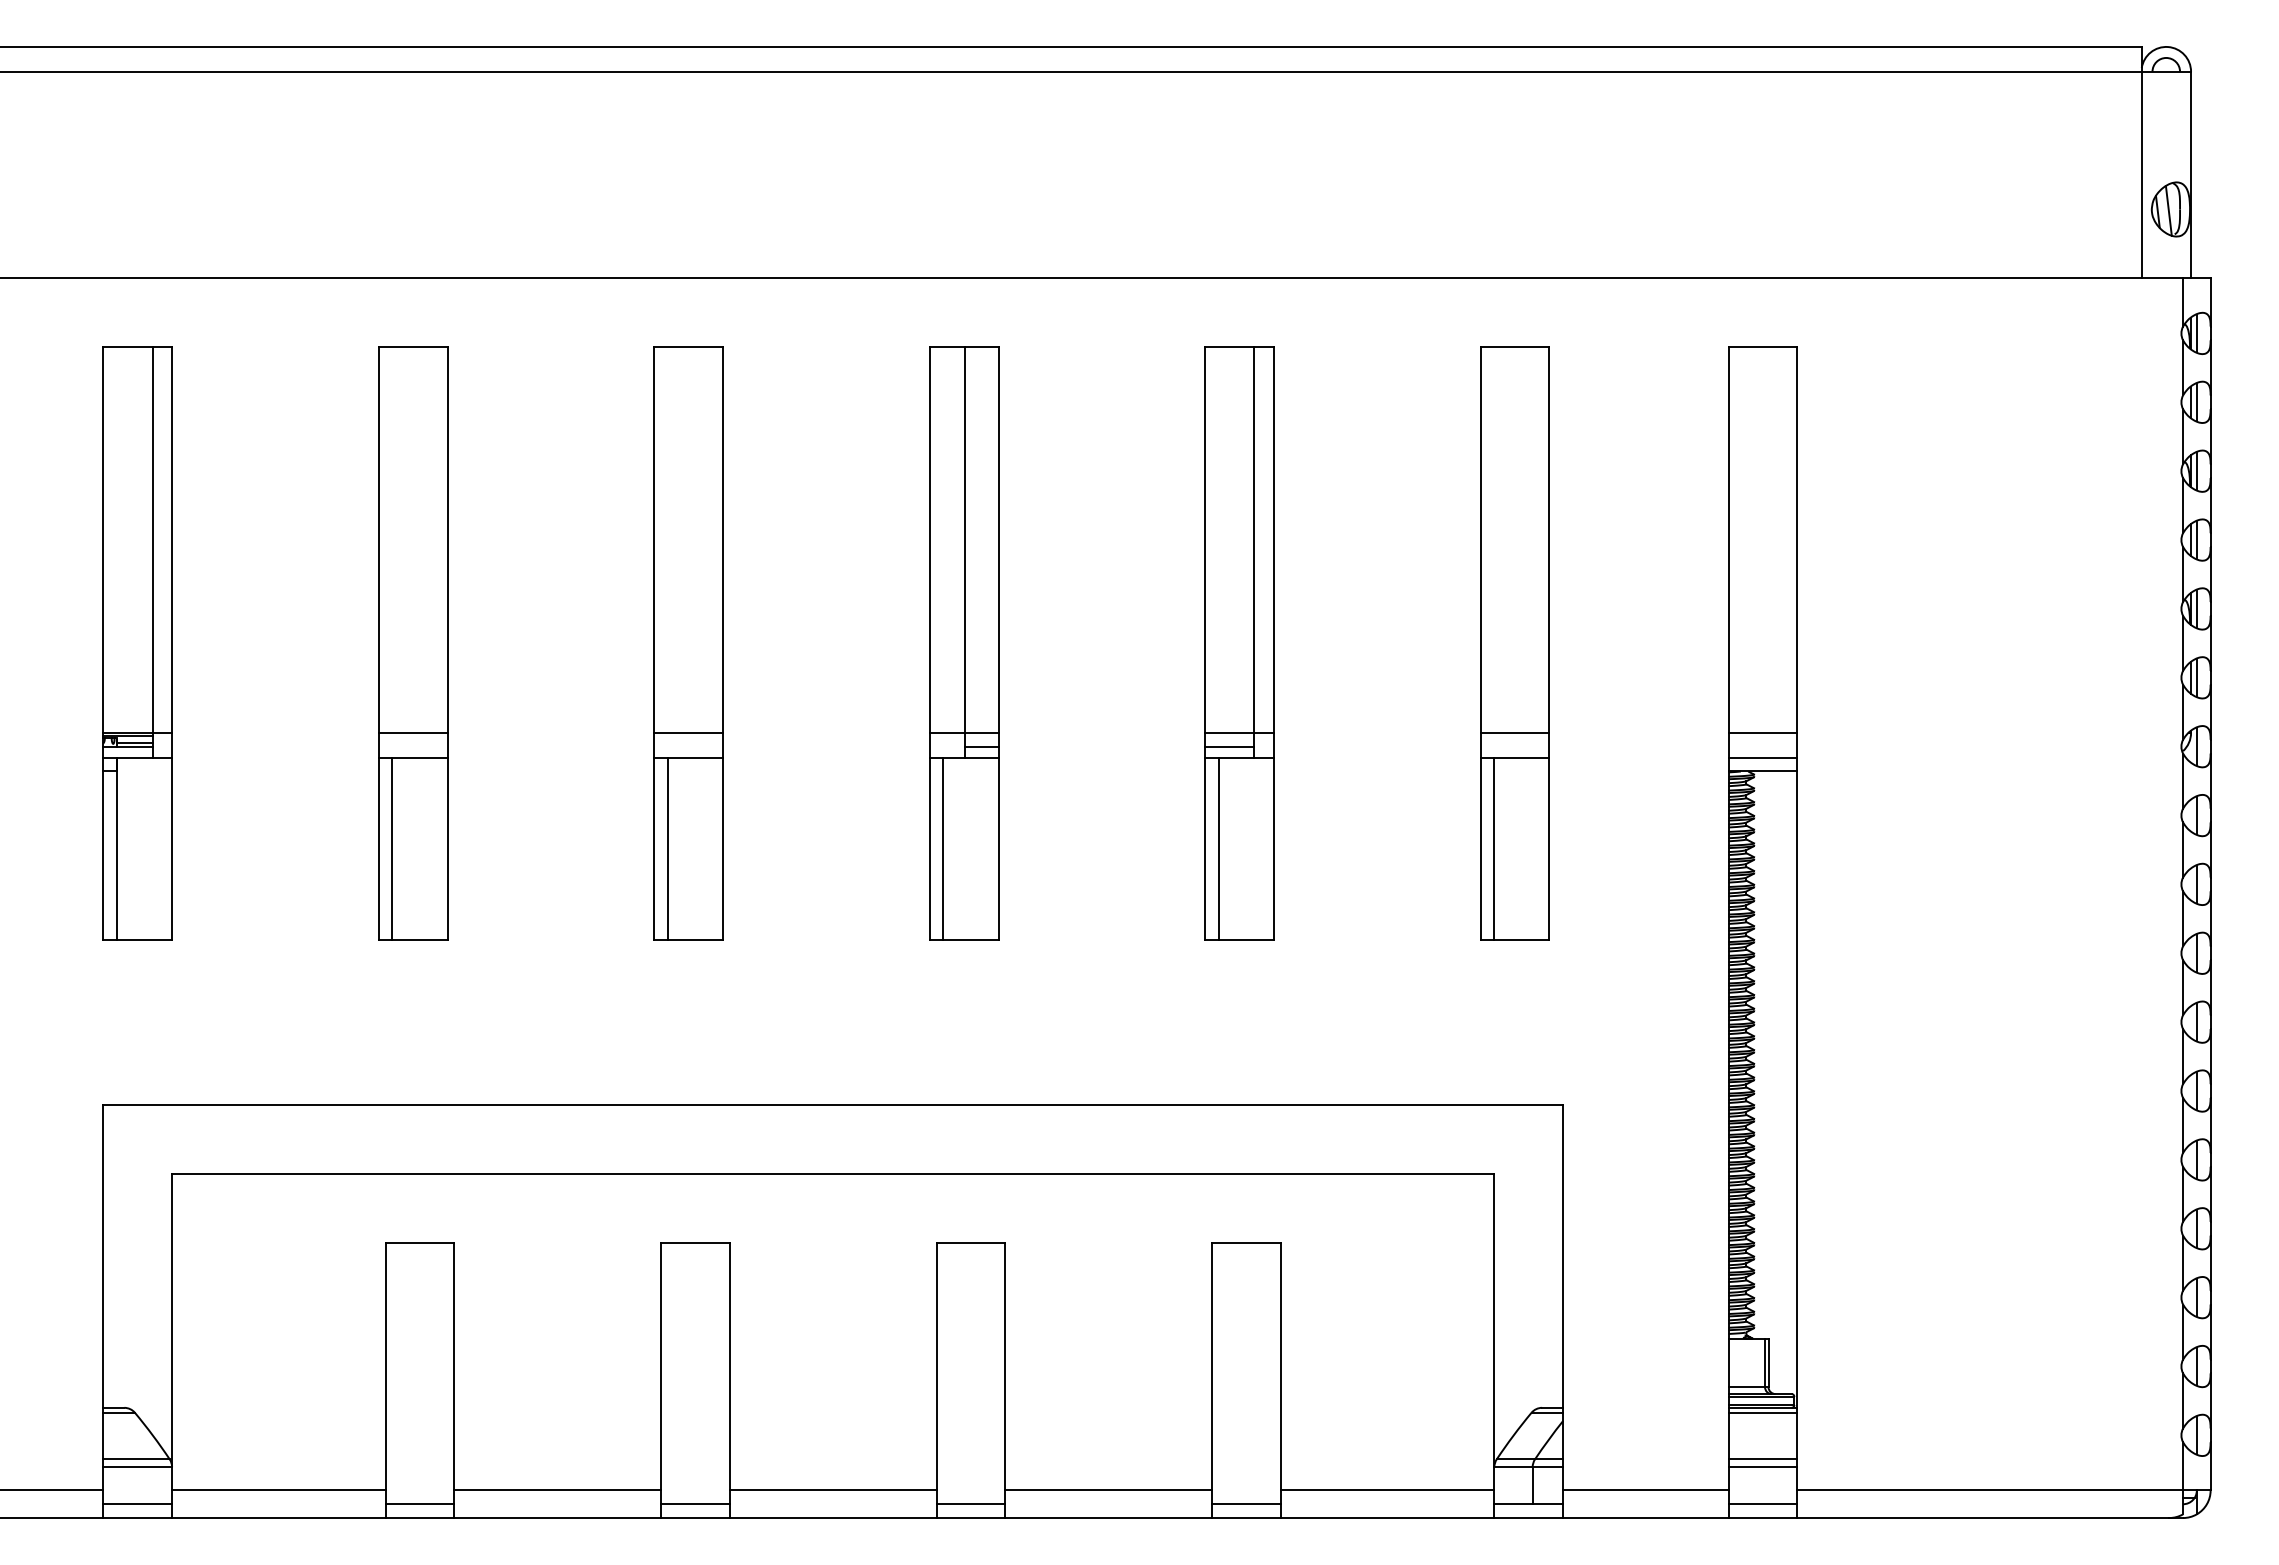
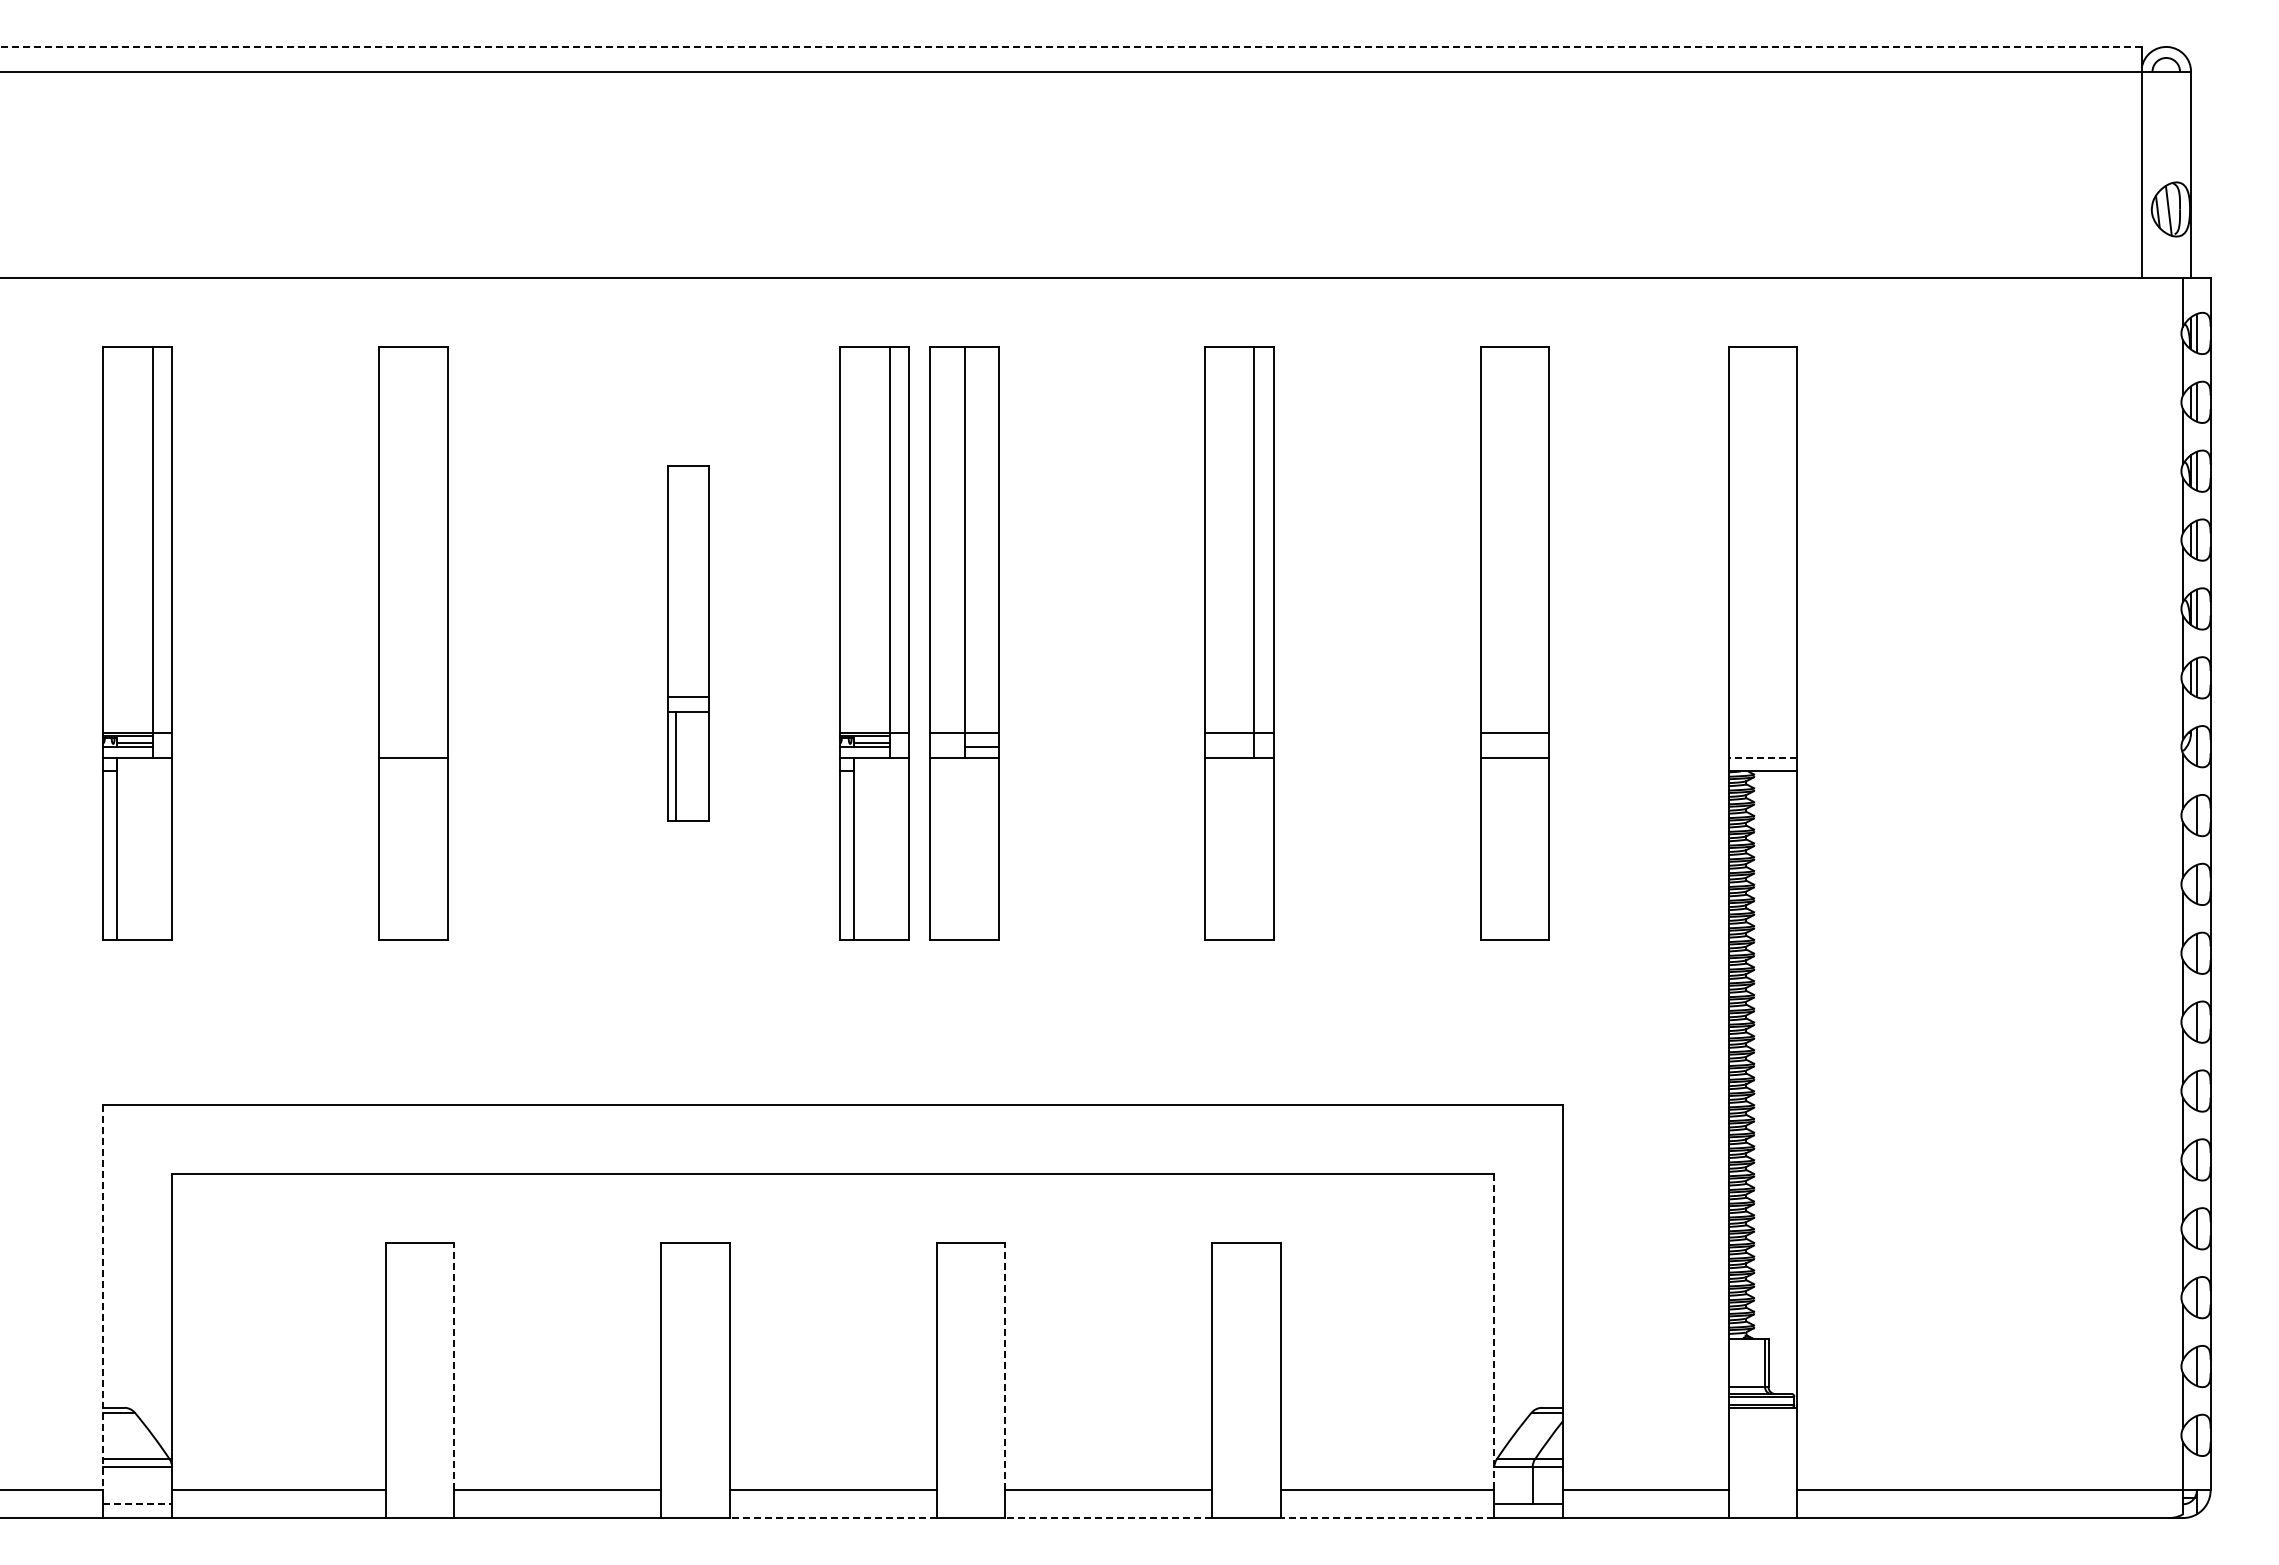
line at (1071, 46): solid -> dashed
part at (688, 643) size: 71x595 px -> 43x357 px
part at (874, 643): none -> present
line at (412, 732): present -> none
line at (1762, 732): present -> none
line at (1229, 746): present -> none
line at (1762, 757): solid -> dashed
line at (392, 848): present -> none
line at (943, 848): present -> none
line at (1218, 848): present -> none
line at (1494, 848): present -> none
line at (103, 1297): solid -> dashed
line at (1494, 1332): solid -> dashed
line at (454, 1366): solid -> dashed
line at (1005, 1366): solid -> dashed
line at (1762, 1412): present -> none
line at (1762, 1459): present -> none
line at (1762, 1467): present -> none
line at (138, 1504): solid -> dashed
line at (419, 1504): present -> none
line at (695, 1504): present -> none
line at (970, 1504): present -> none
line at (1246, 1504): present -> none
line at (1762, 1504): present -> none
line at (832, 1518): solid -> dashed
line at (1108, 1518): solid -> dashed
line at (1387, 1518): solid -> dashed
